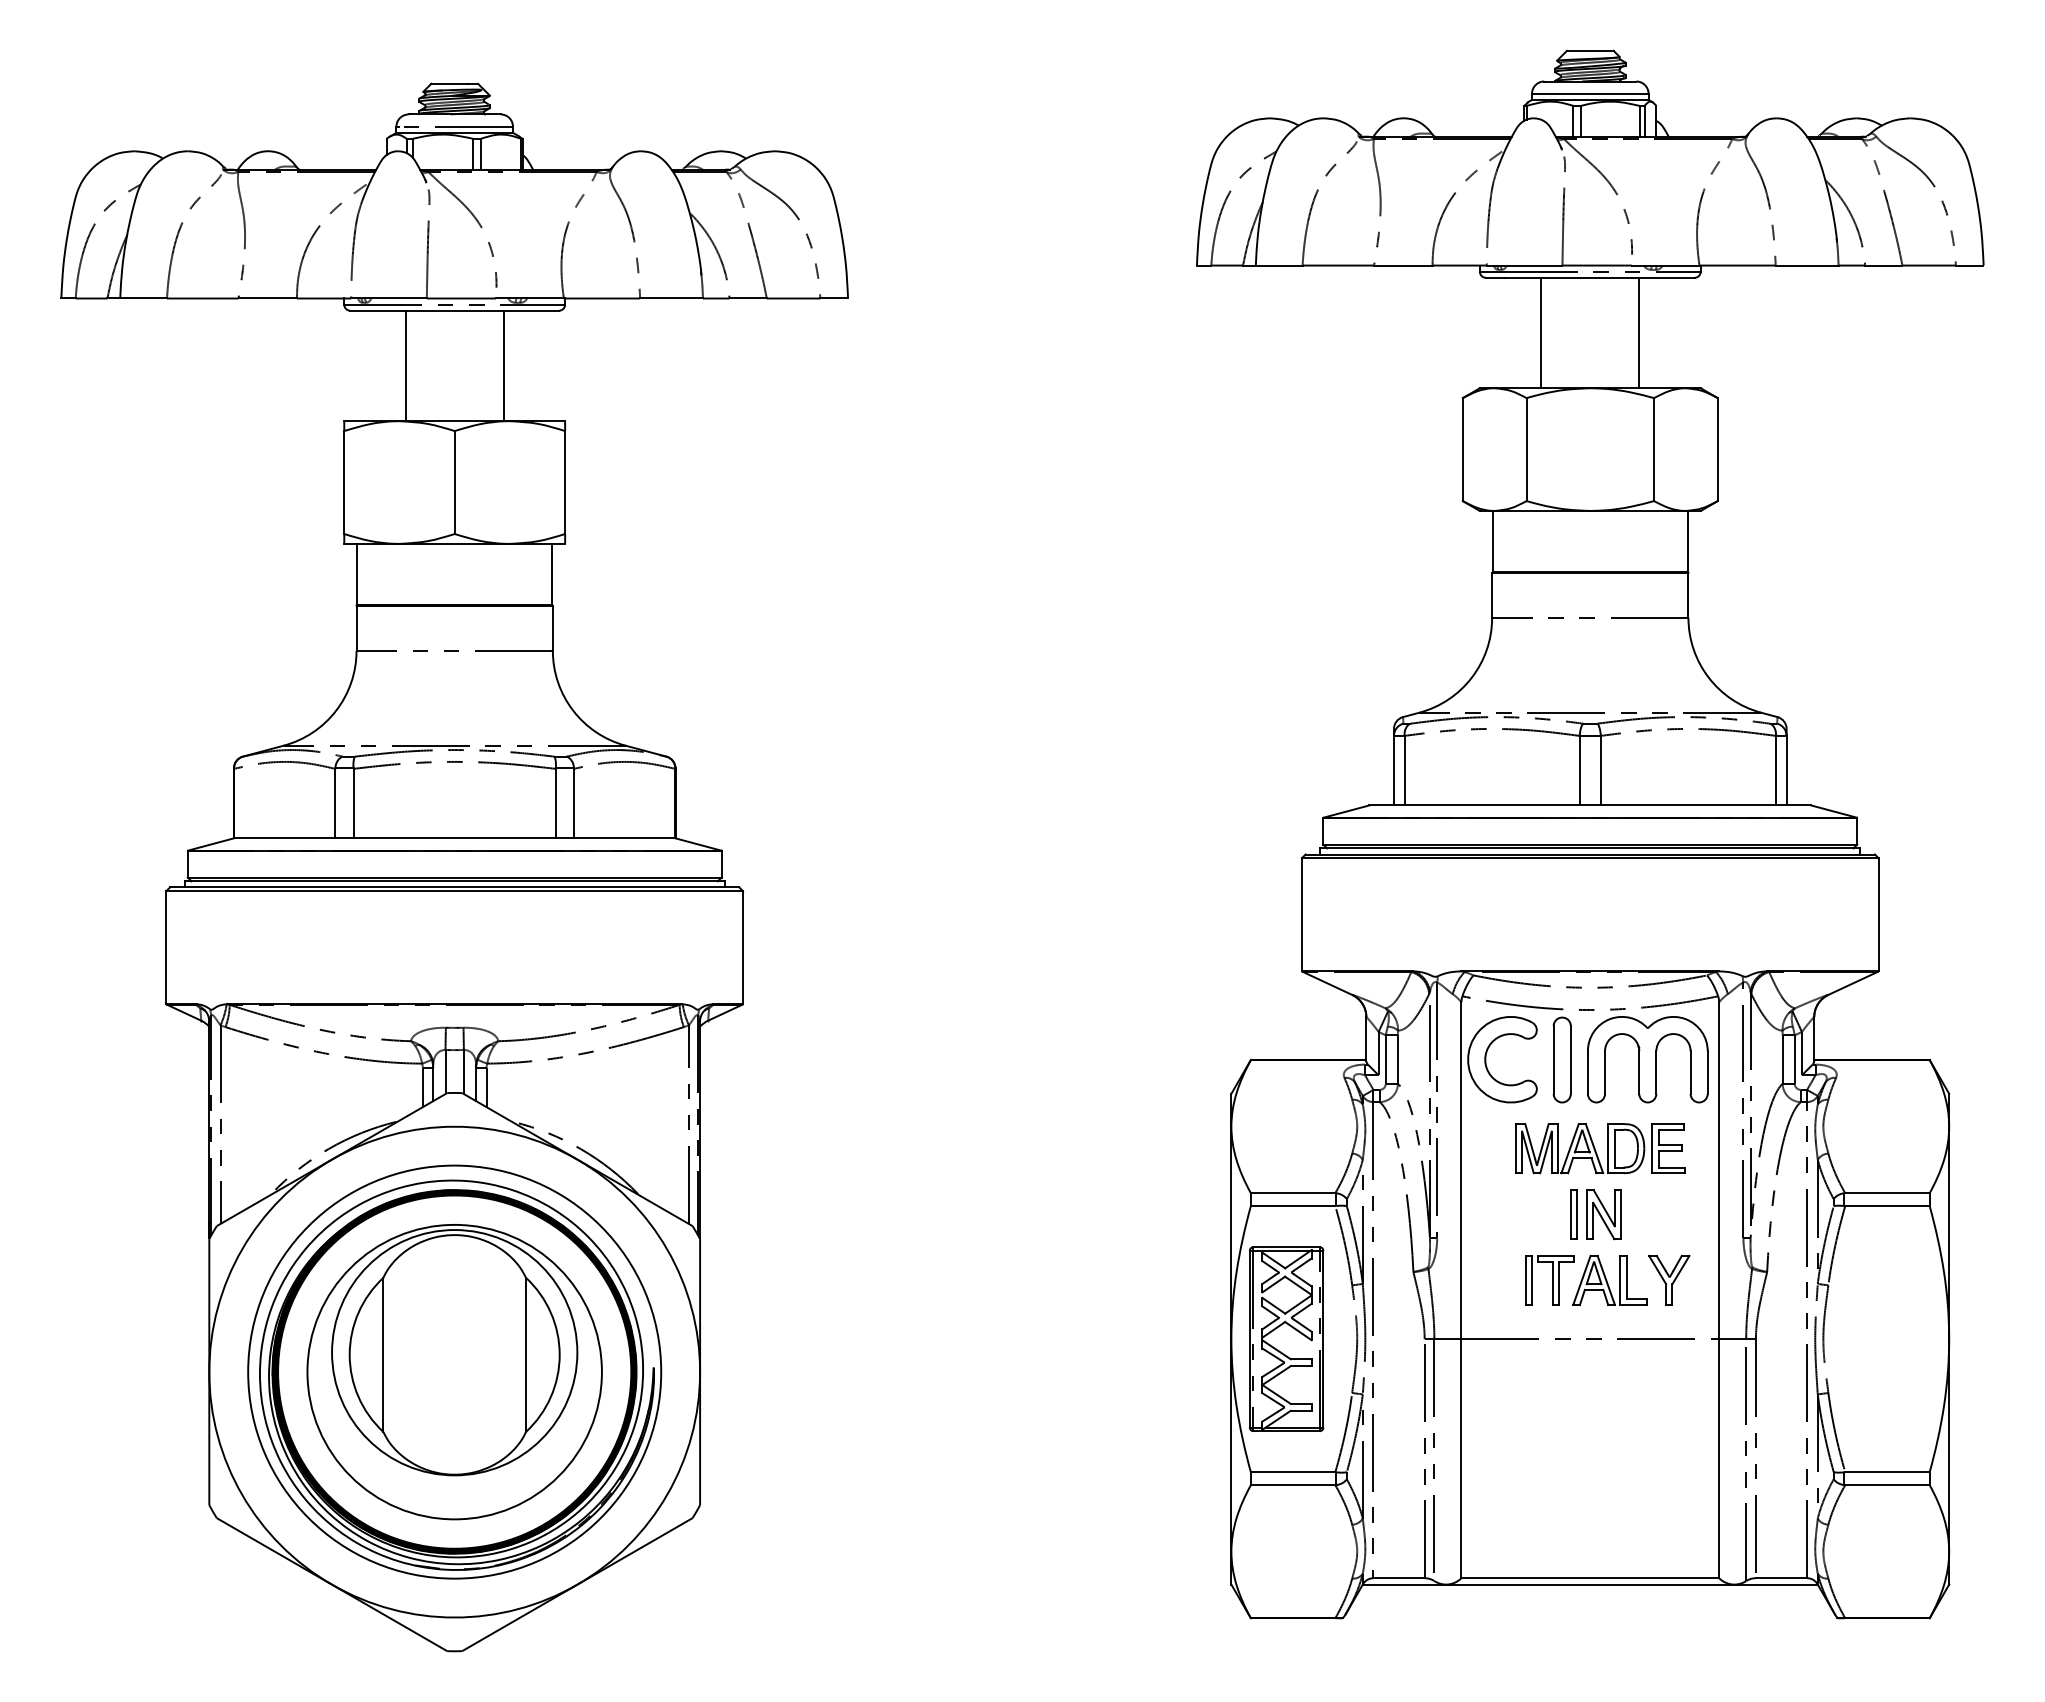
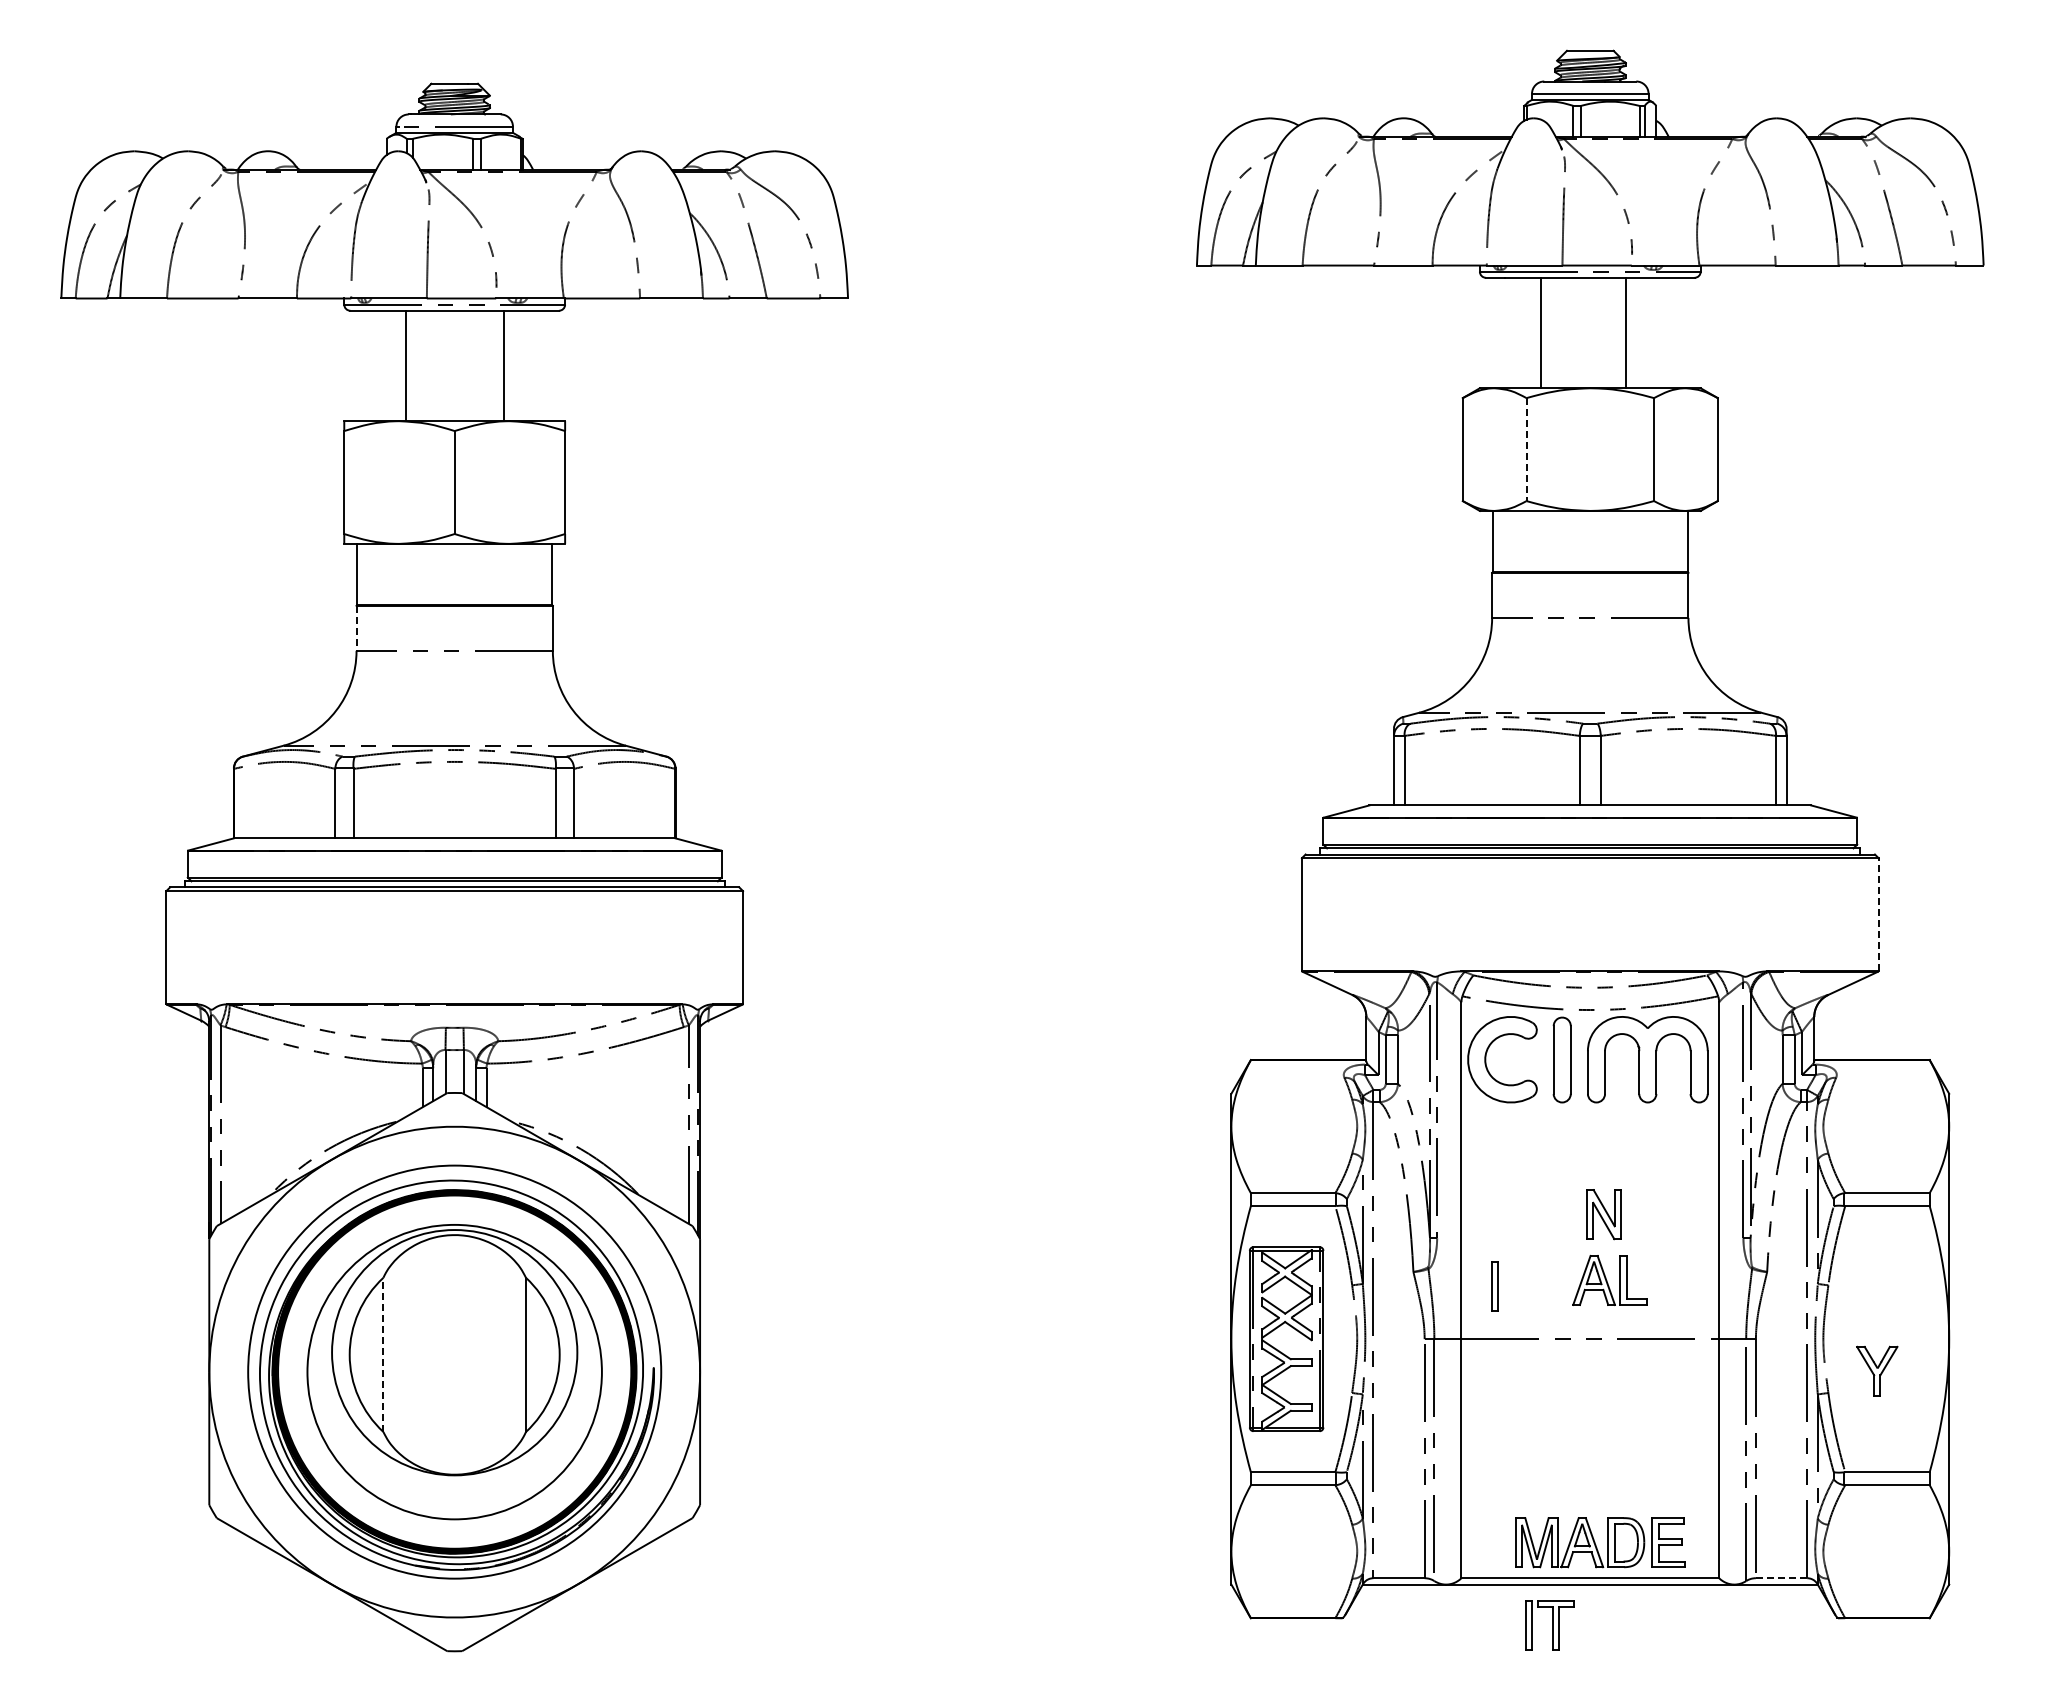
line at (1639, 332) position: (1639, 332) -> (1626, 332)
line at (1526, 450): solid -> dashed
line at (356, 628): solid -> dashed
line at (1878, 914): solid -> dashed
part at (1600, 1148) position: (1600, 1148) -> (1600, 1542)
part at (1573, 1214) position: (1573, 1214) -> (1494, 1286)
part at (1669, 1279) position: (1669, 1279) -> (1877, 1370)
part at (1549, 1280) position: (1549, 1280) -> (1549, 1625)
line at (383, 1354): solid -> dashed
line at (1781, 1578): solid -> dashed
